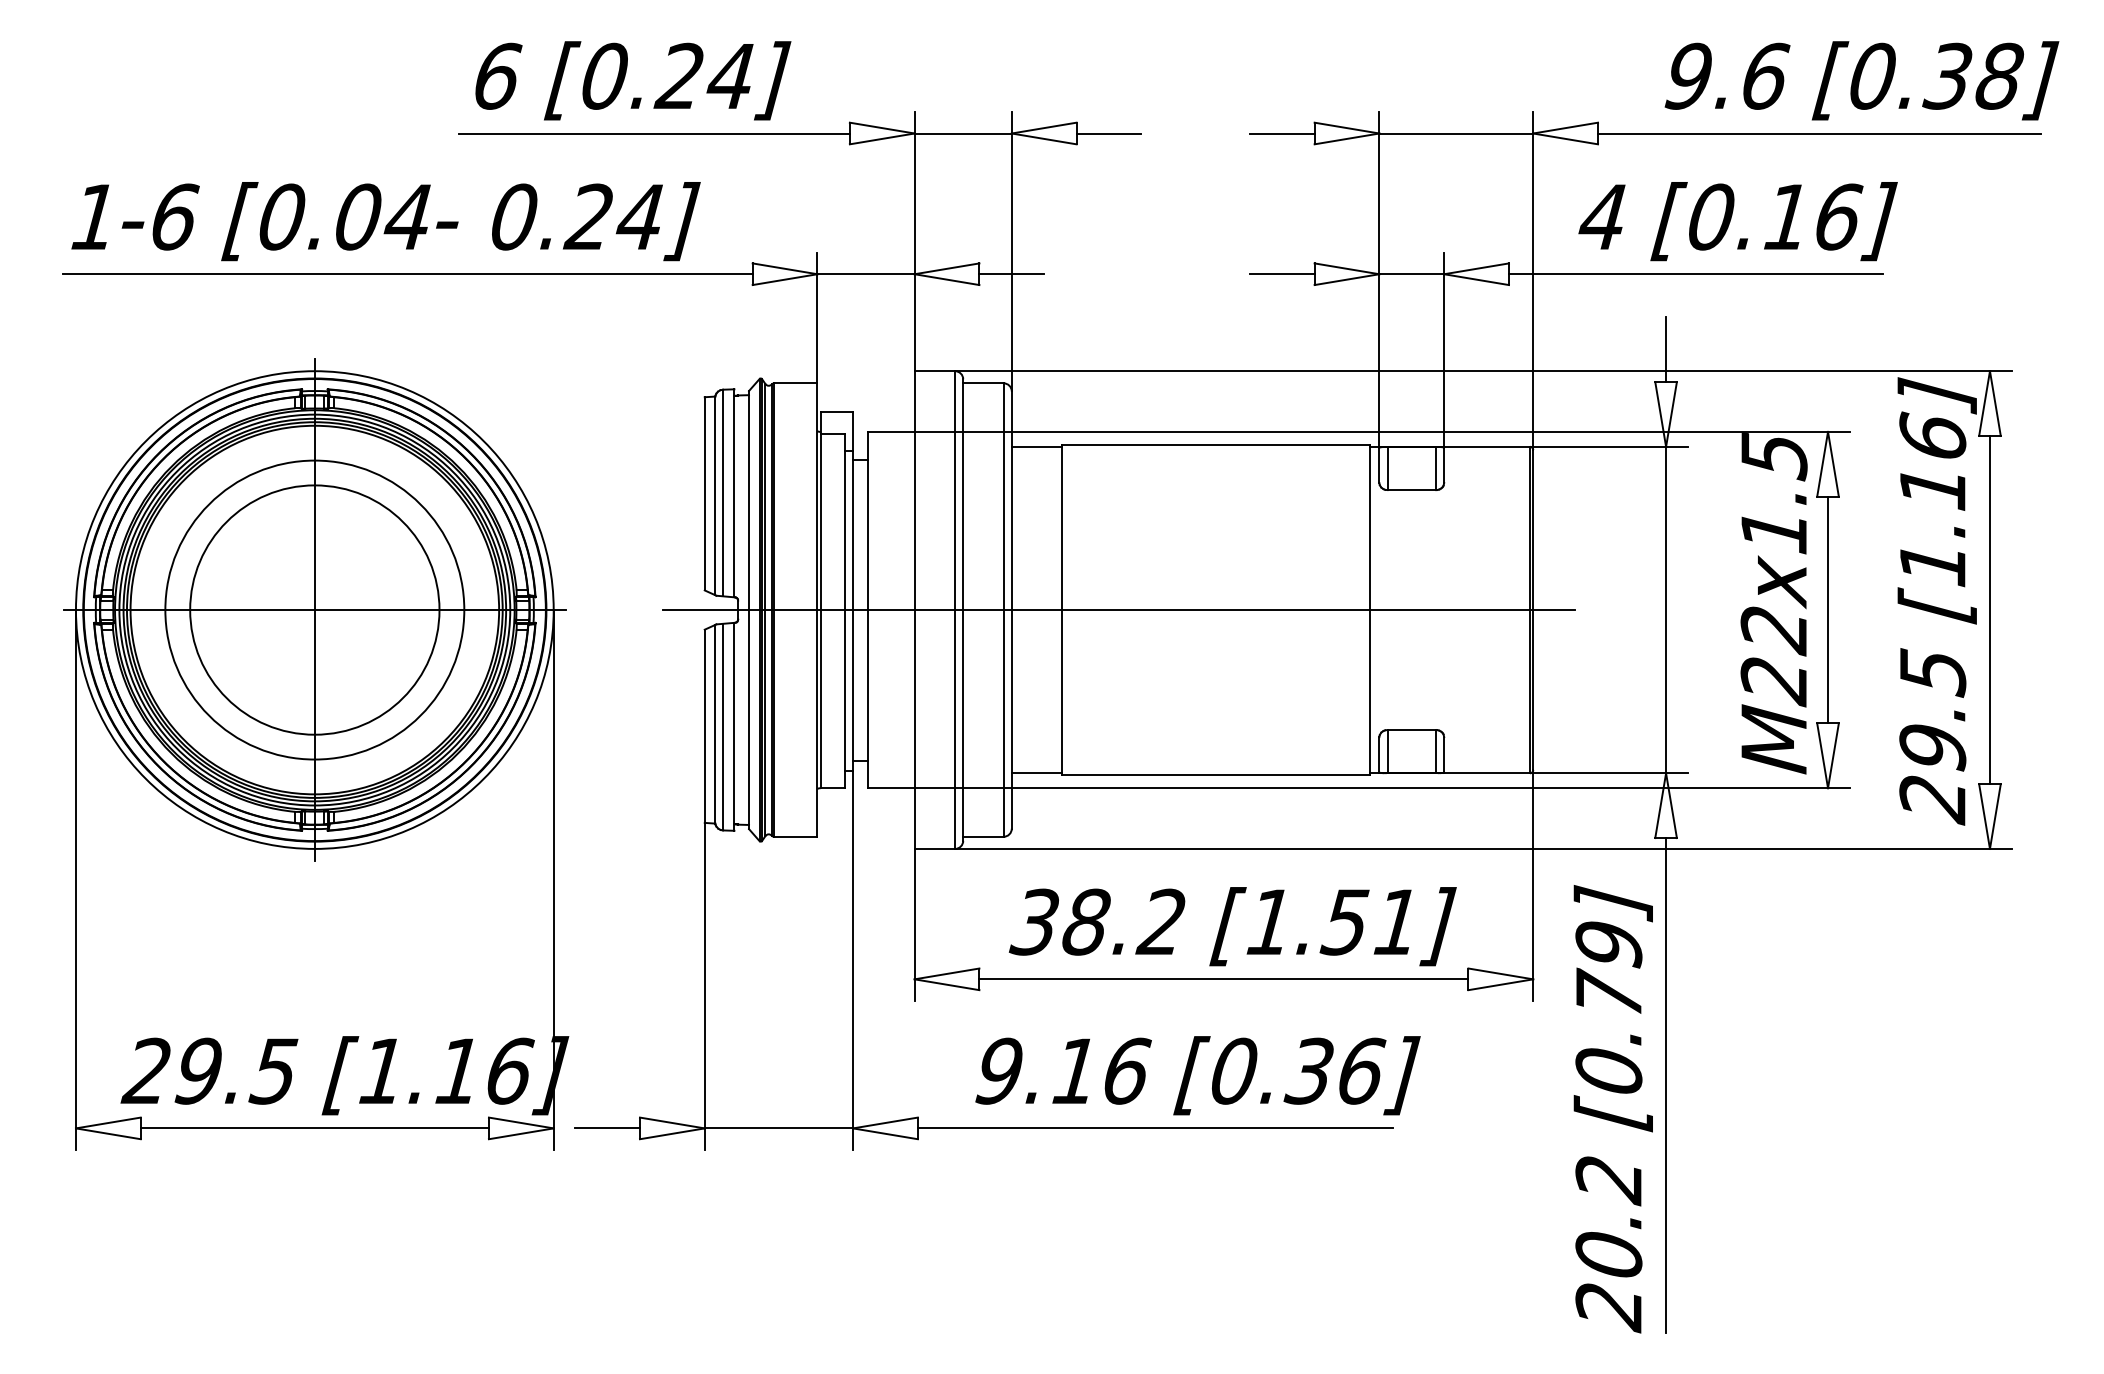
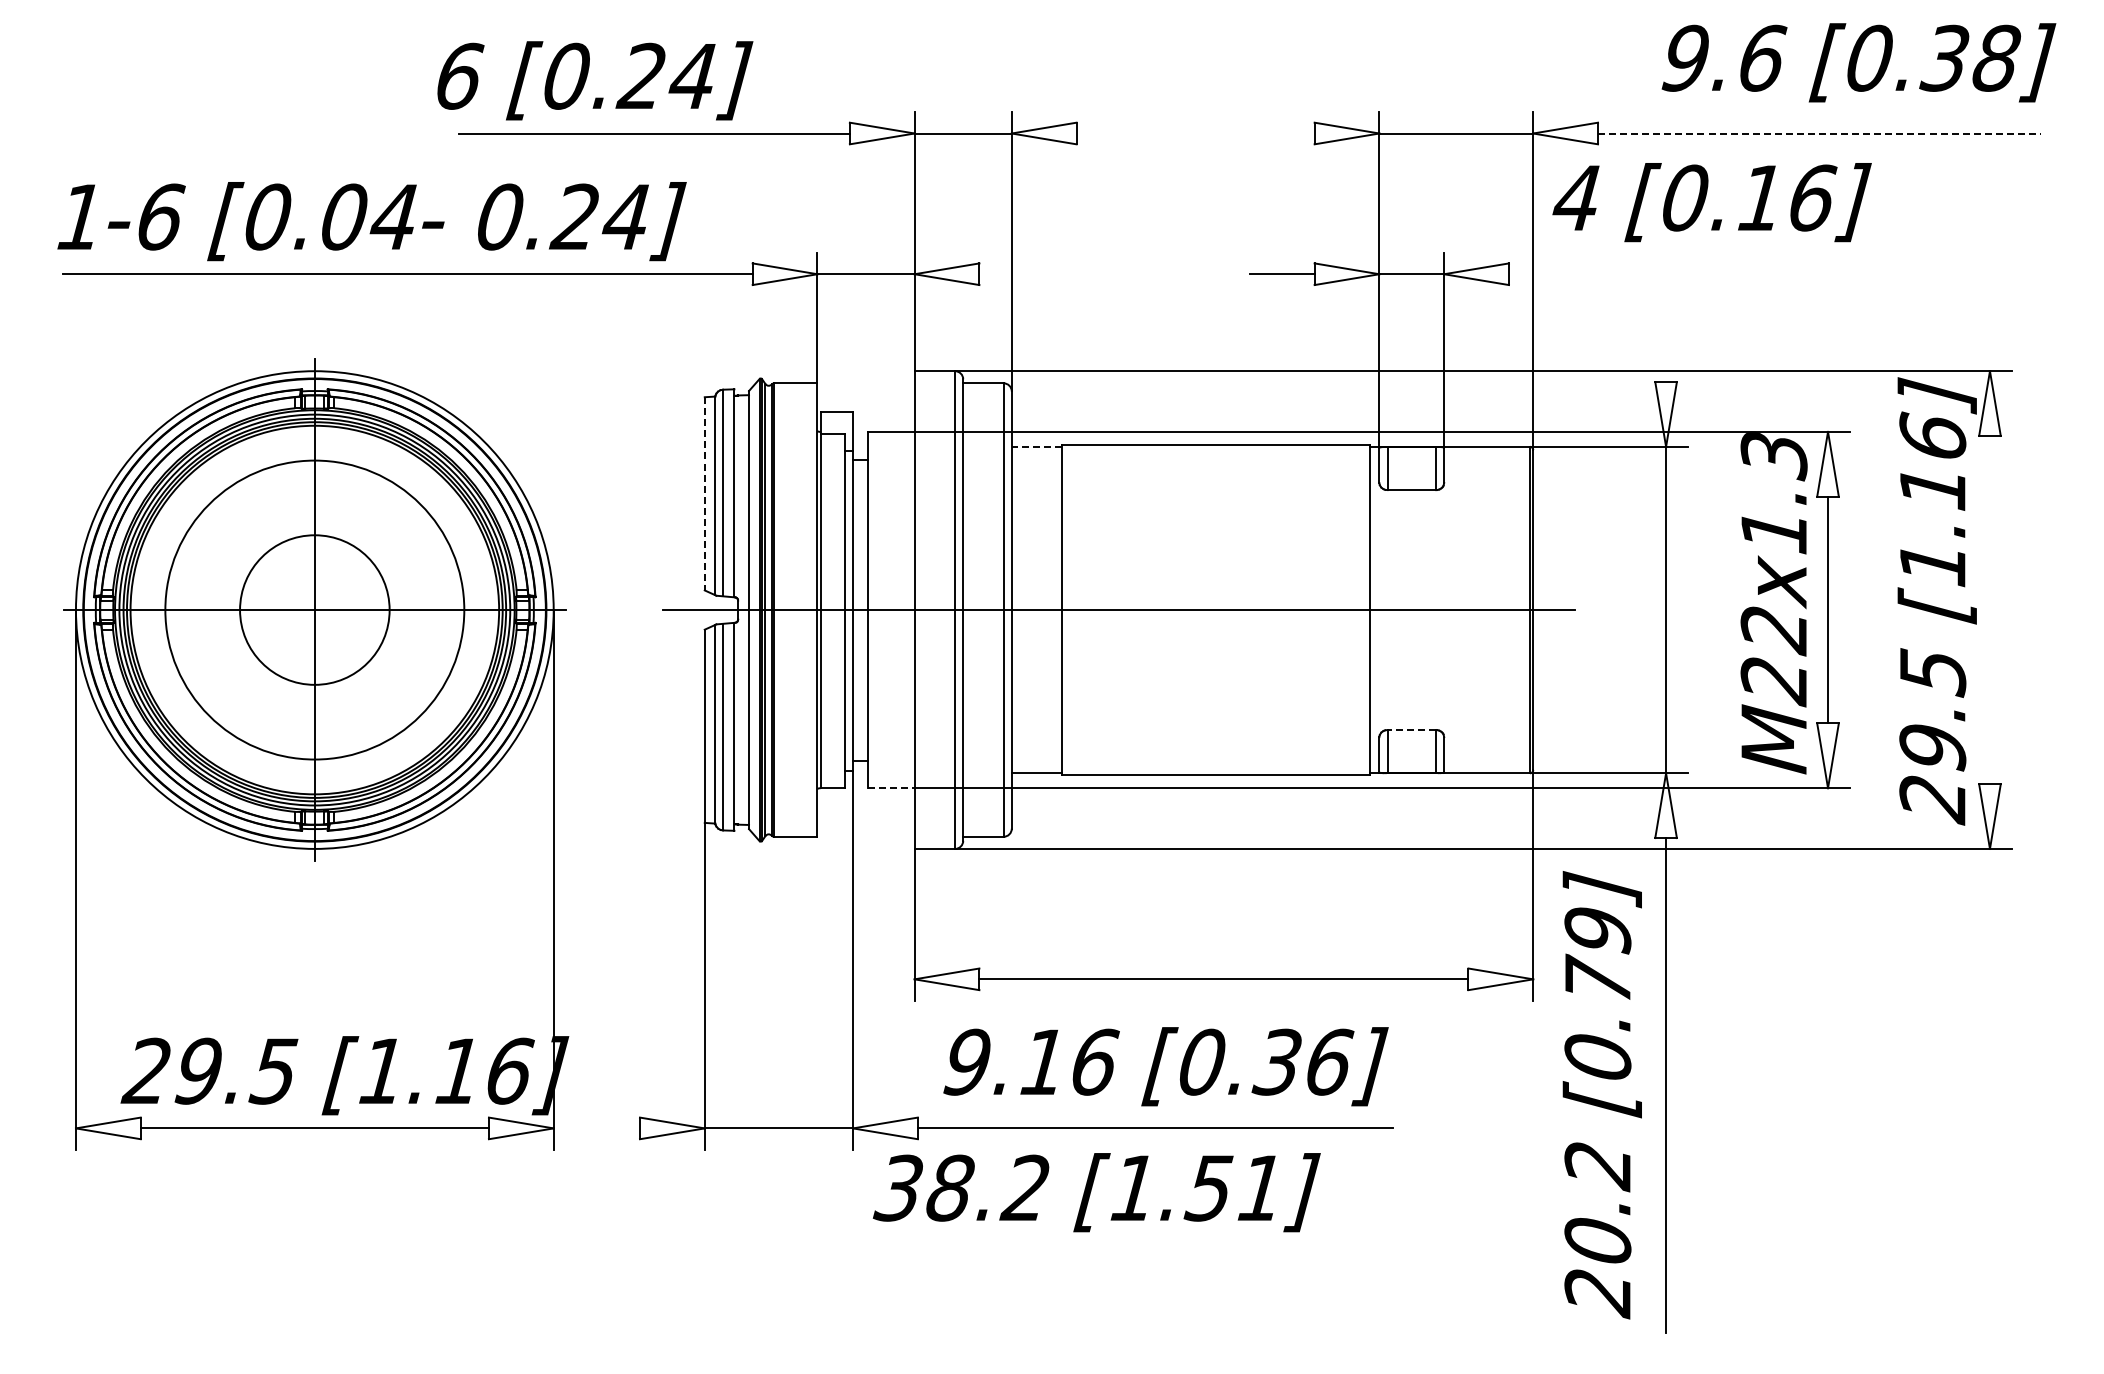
text at (633, 80) position: (633, 80) -> (595, 80)
text at (1861, 80) position: (1861, 80) -> (1858, 62)
line at (1108, 133): present -> none
line at (1281, 133): present -> none
line at (1819, 133): solid -> dashed
text at (385, 221) position: (385, 221) -> (371, 221)
text at (1737, 221) position: (1737, 221) -> (1711, 202)
line at (1011, 274): present -> none
line at (1695, 274): present -> none
line at (1666, 349): present -> none
line at (1036, 446): solid -> dashed
text at (1773, 457): M22x1.5 -> M22x1.3
line at (704, 493): solid -> dashed
circle at (314, 609) diameter: 249 px -> 150 px
line at (1989, 609): present -> none
line at (1411, 730): solid -> dashed
line at (891, 788): solid -> dashed
text at (1232, 926) position: (1232, 926) -> (1096, 1192)
text at (1197, 1075) position: (1197, 1075) -> (1165, 1066)
text at (1612, 1109) position: (1612, 1109) -> (1601, 1095)
line at (607, 1128): present -> none
